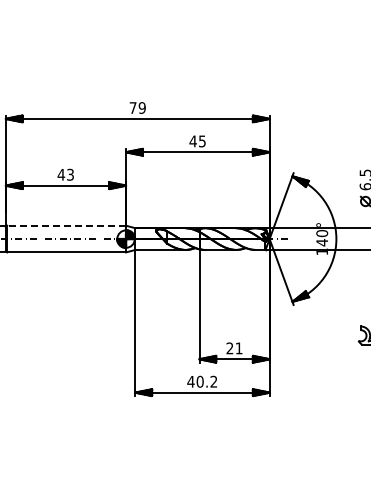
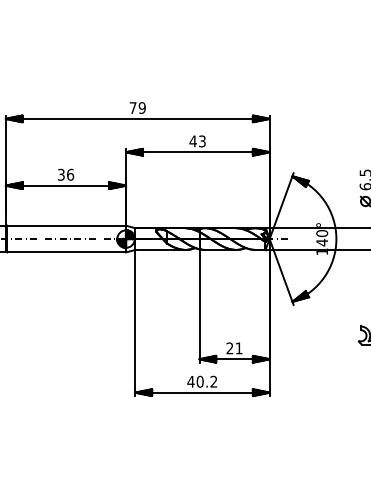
text at (202, 140): 45 -> 43
text at (65, 174): 43 -> 36
line at (66, 225): dashed -> solid
